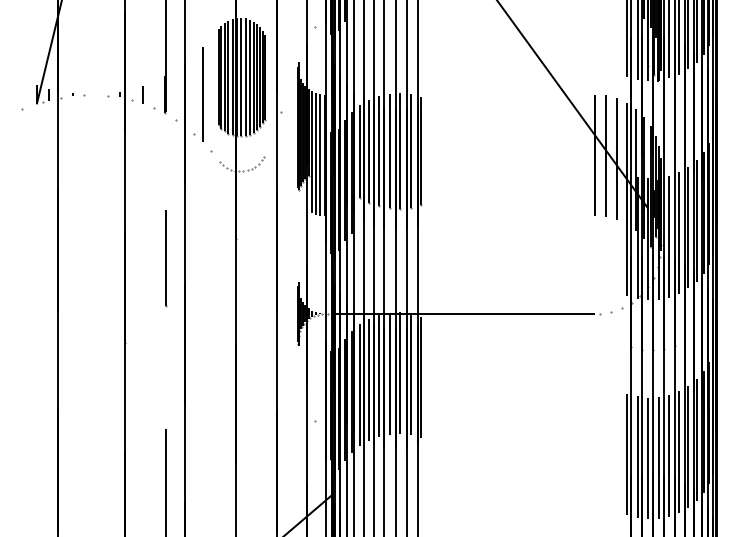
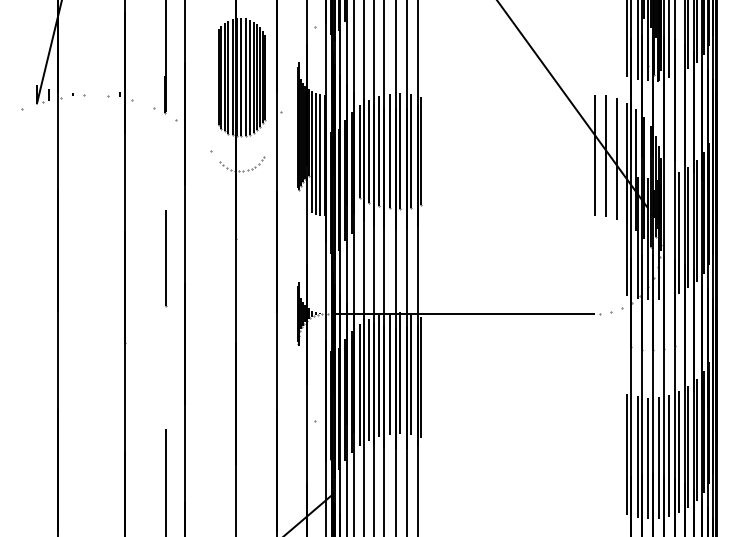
line at (679, 38): present -> none
line at (142, 94): present -> none
part at (198, 94): present -> none
line at (669, 236): present -> none
